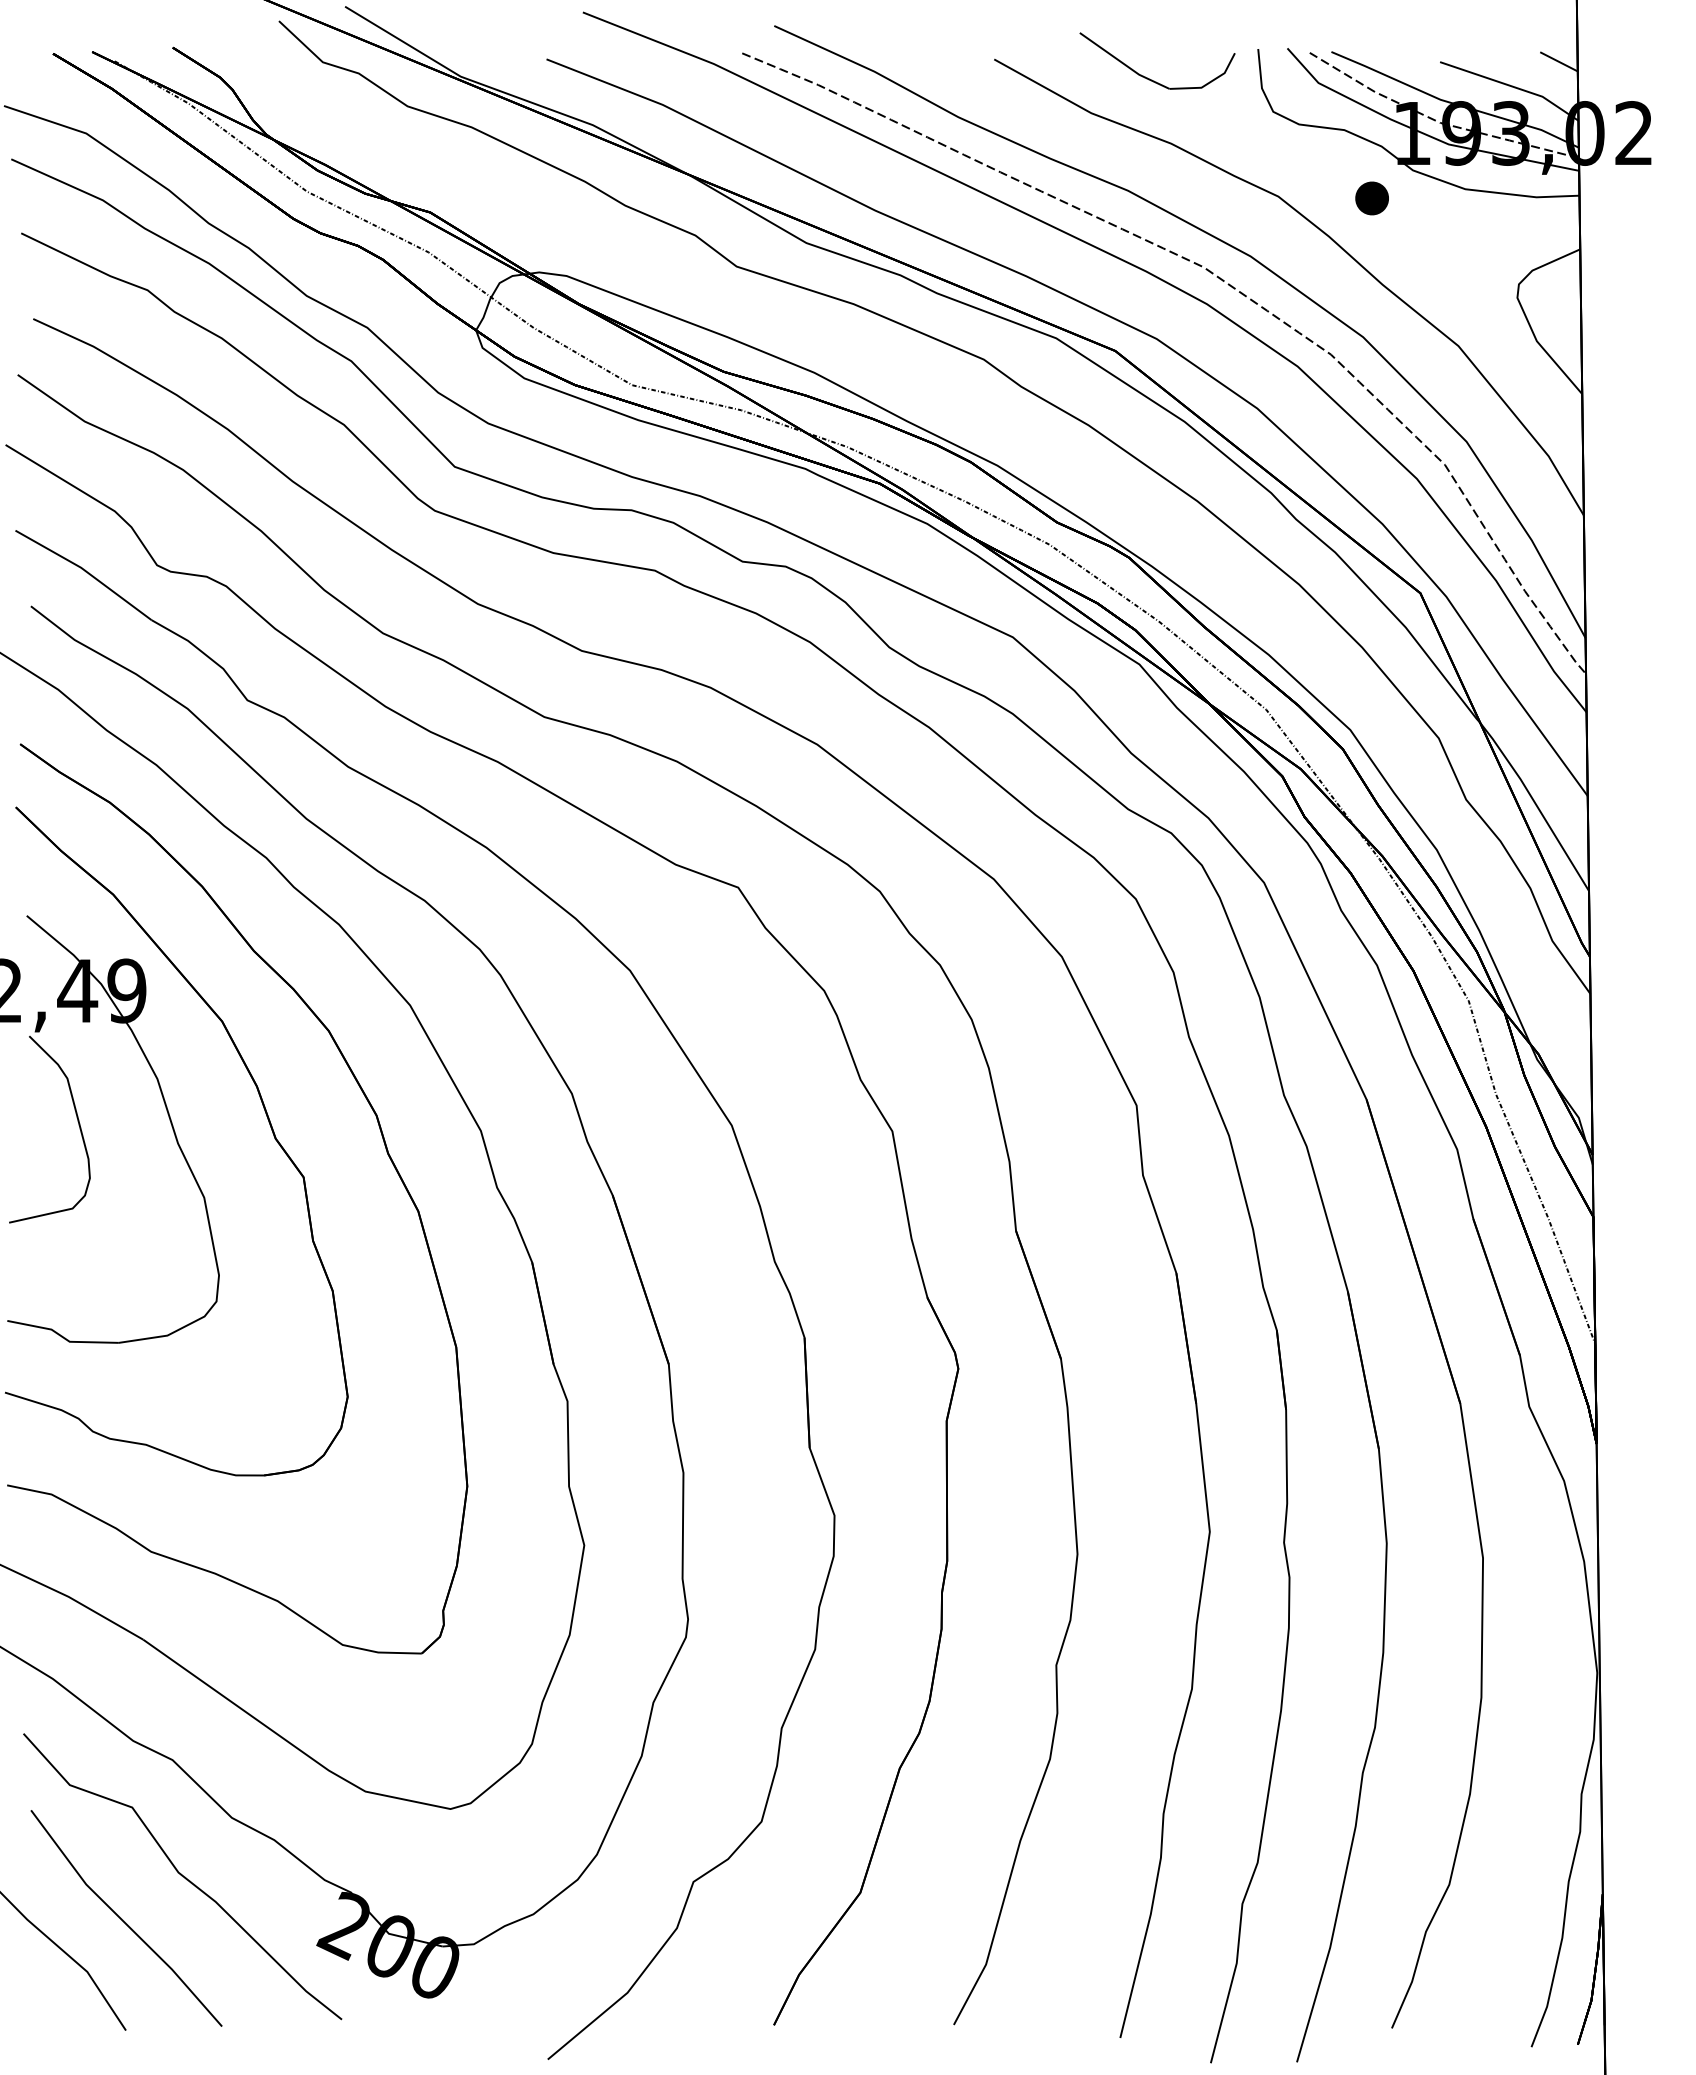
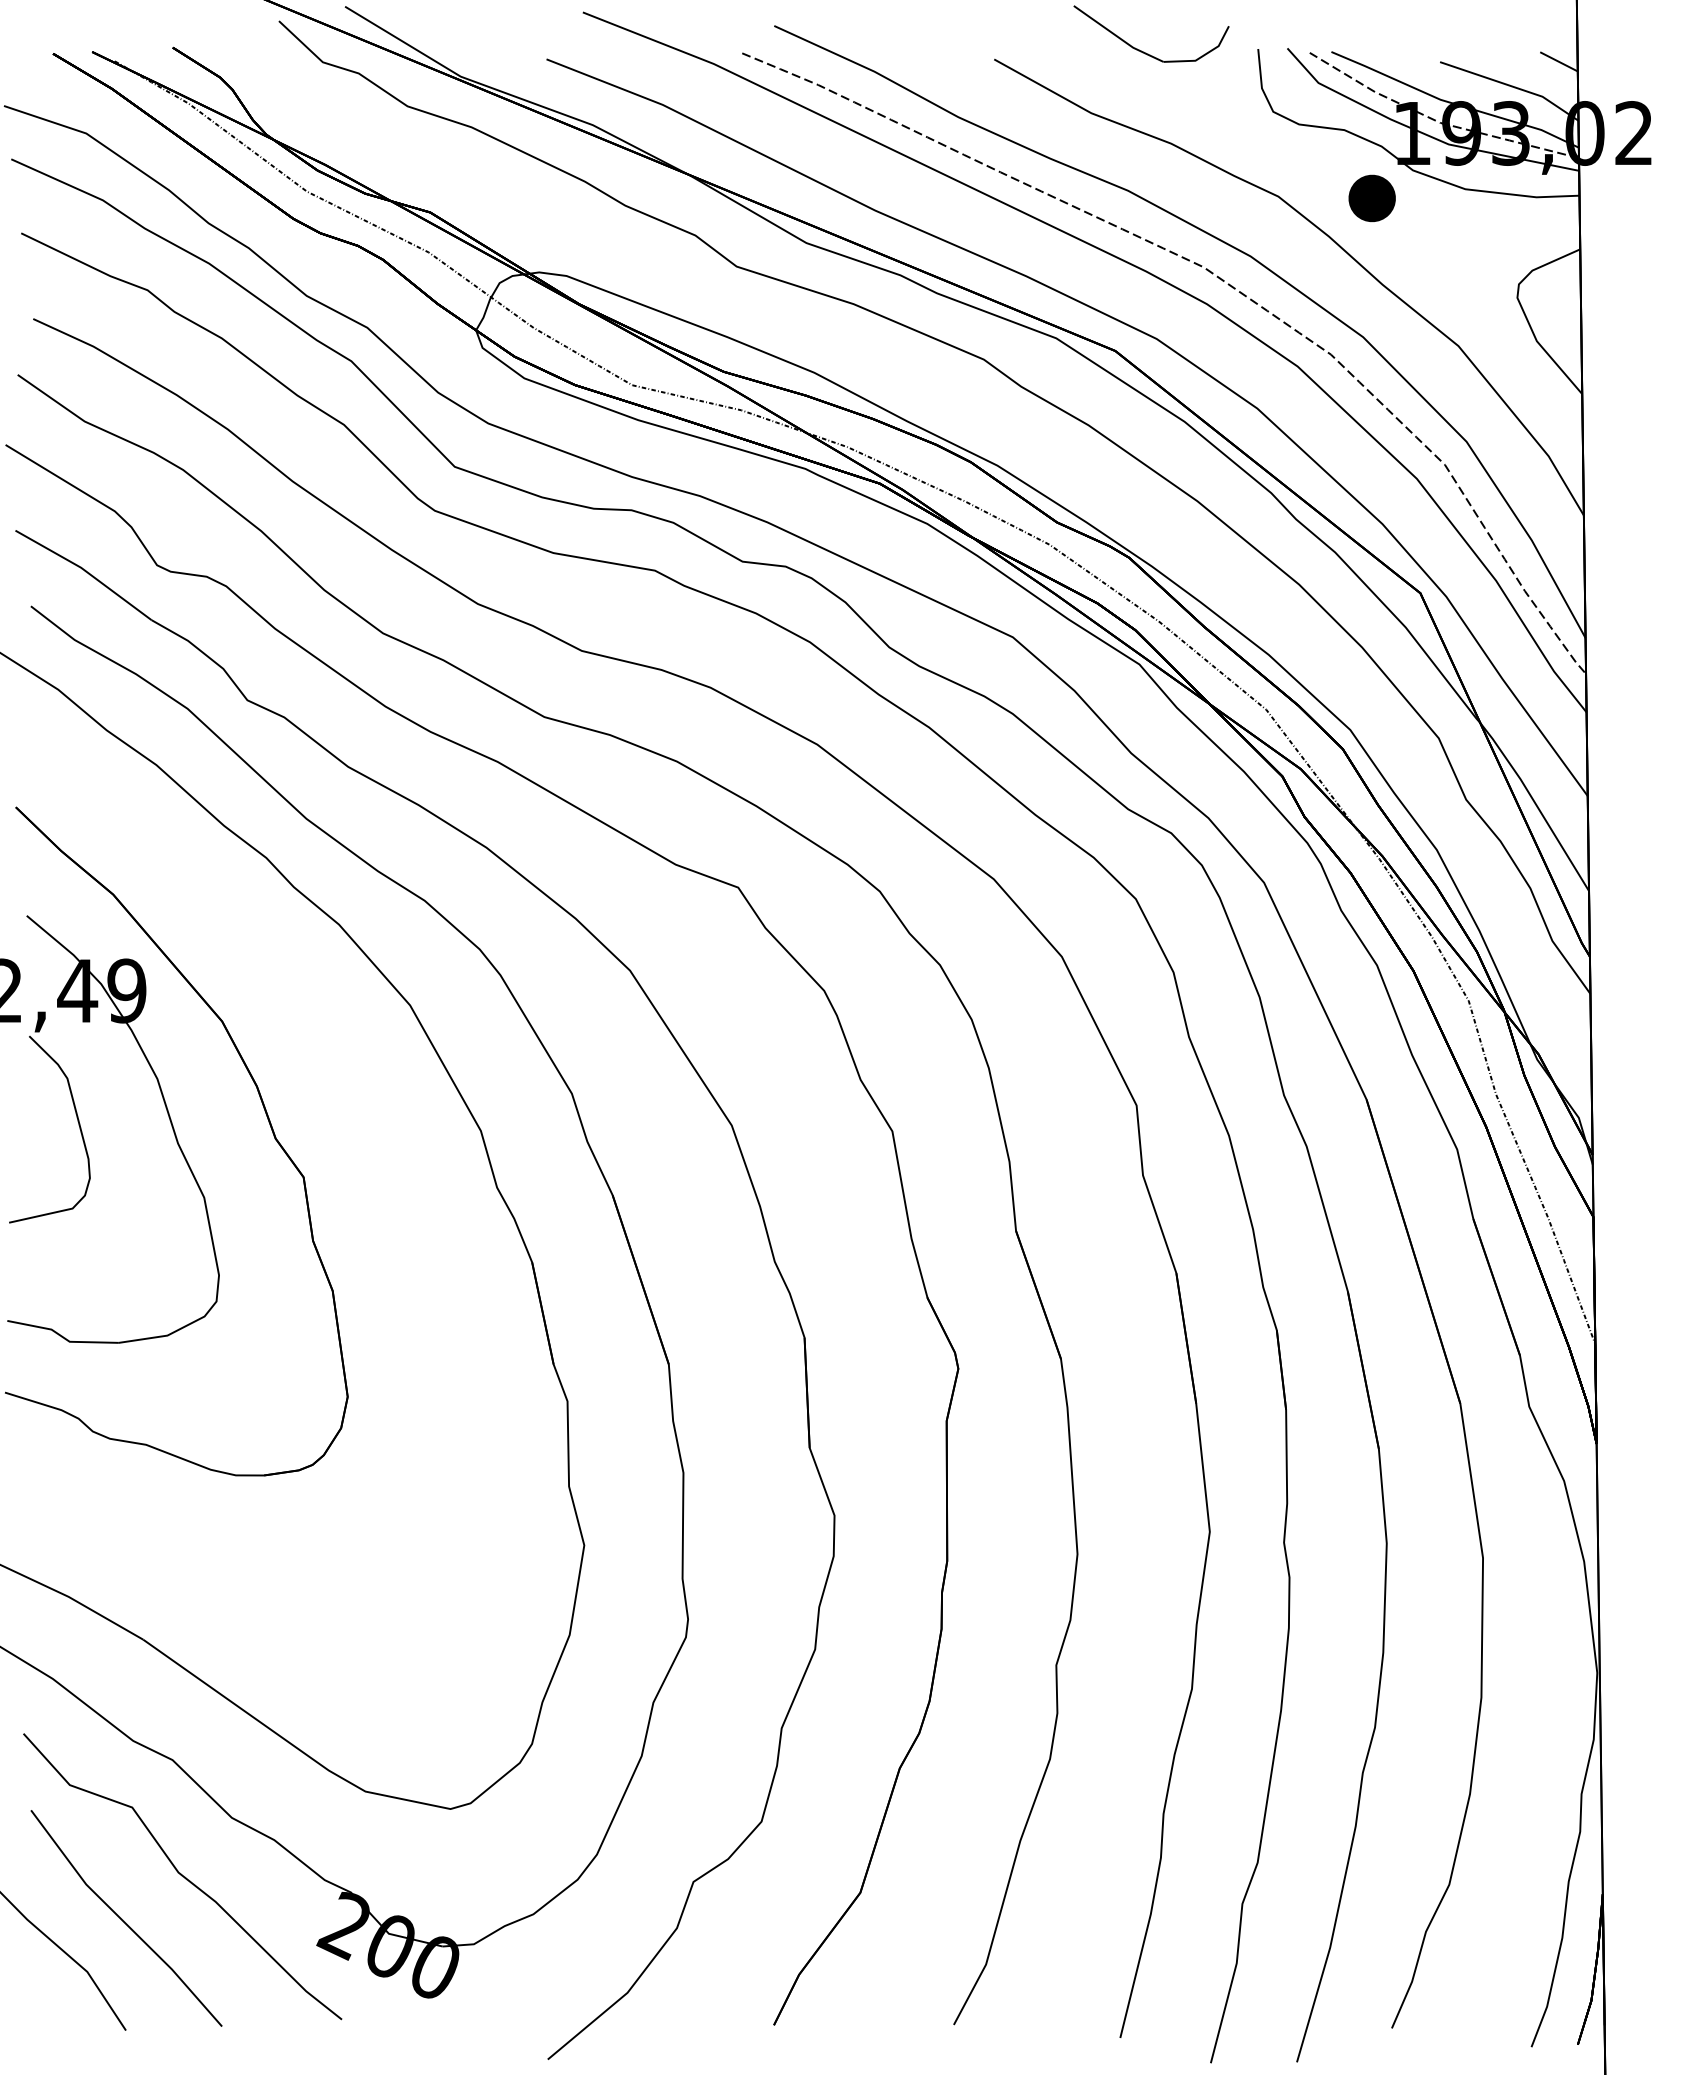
part at (1152, 79) position: (1152, 79) -> (1146, 52)
part at (1371, 198) size: 34x35 px -> 48x49 px
part at (385, 1149): present -> none
